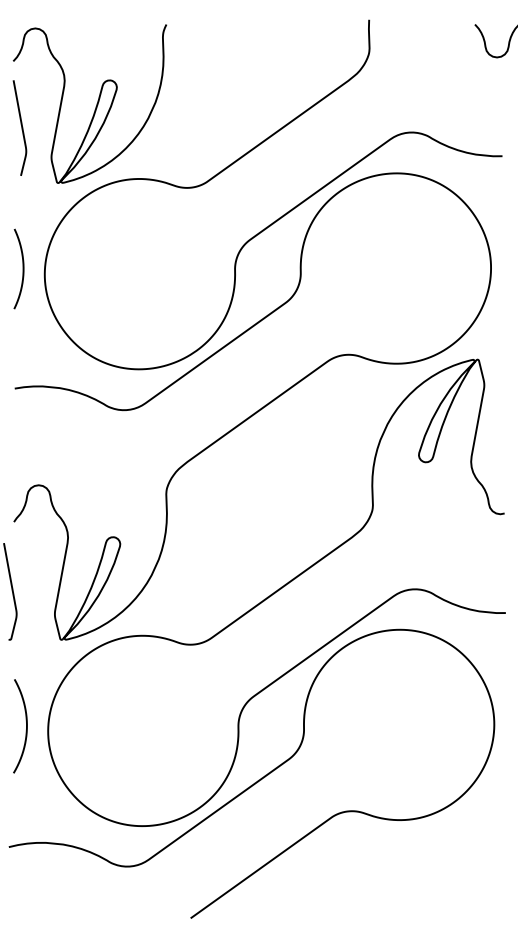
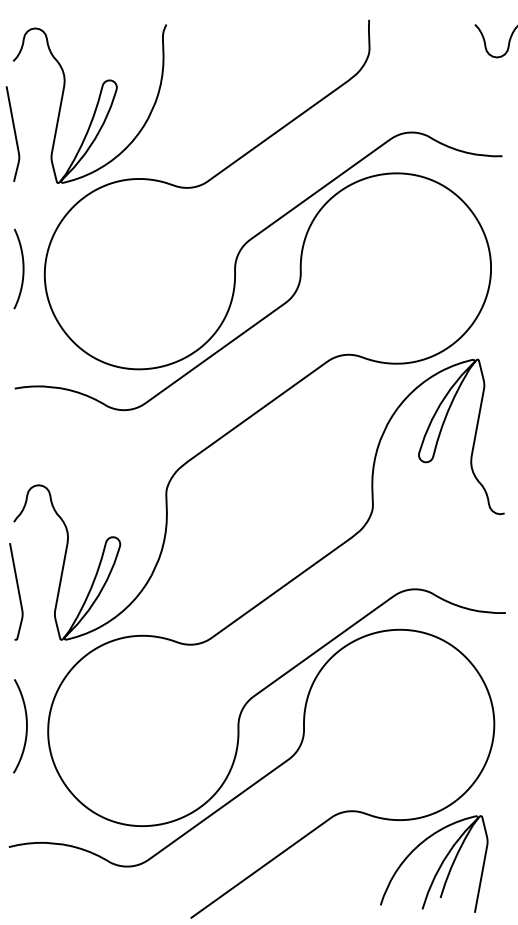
curve at (21, 127) position: (21, 127) -> (14, 133)
curve at (11, 590) position: (11, 590) -> (17, 590)
part at (434, 863): none -> present
